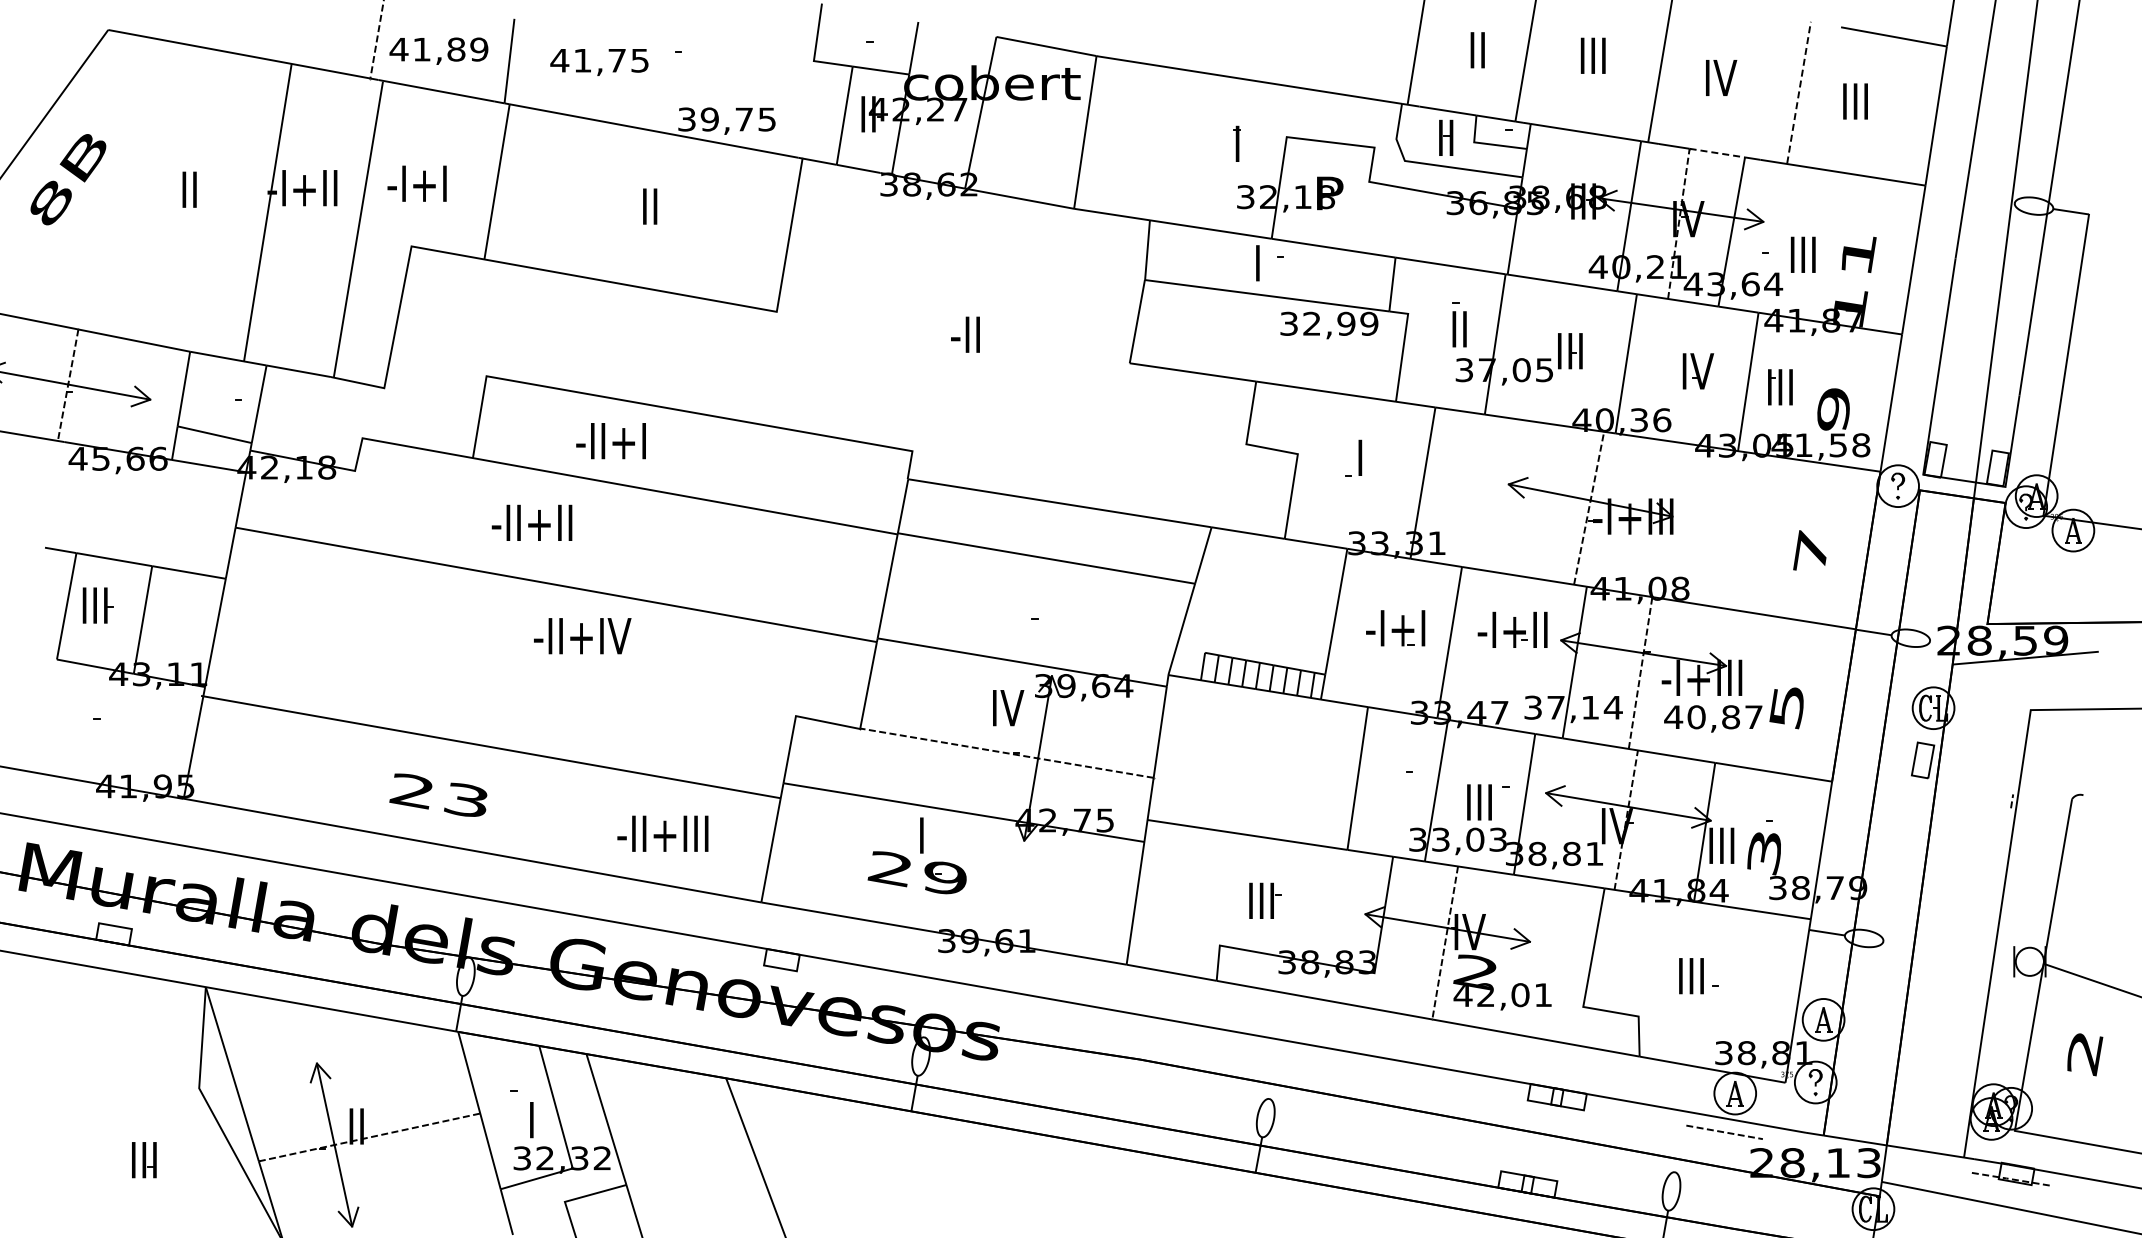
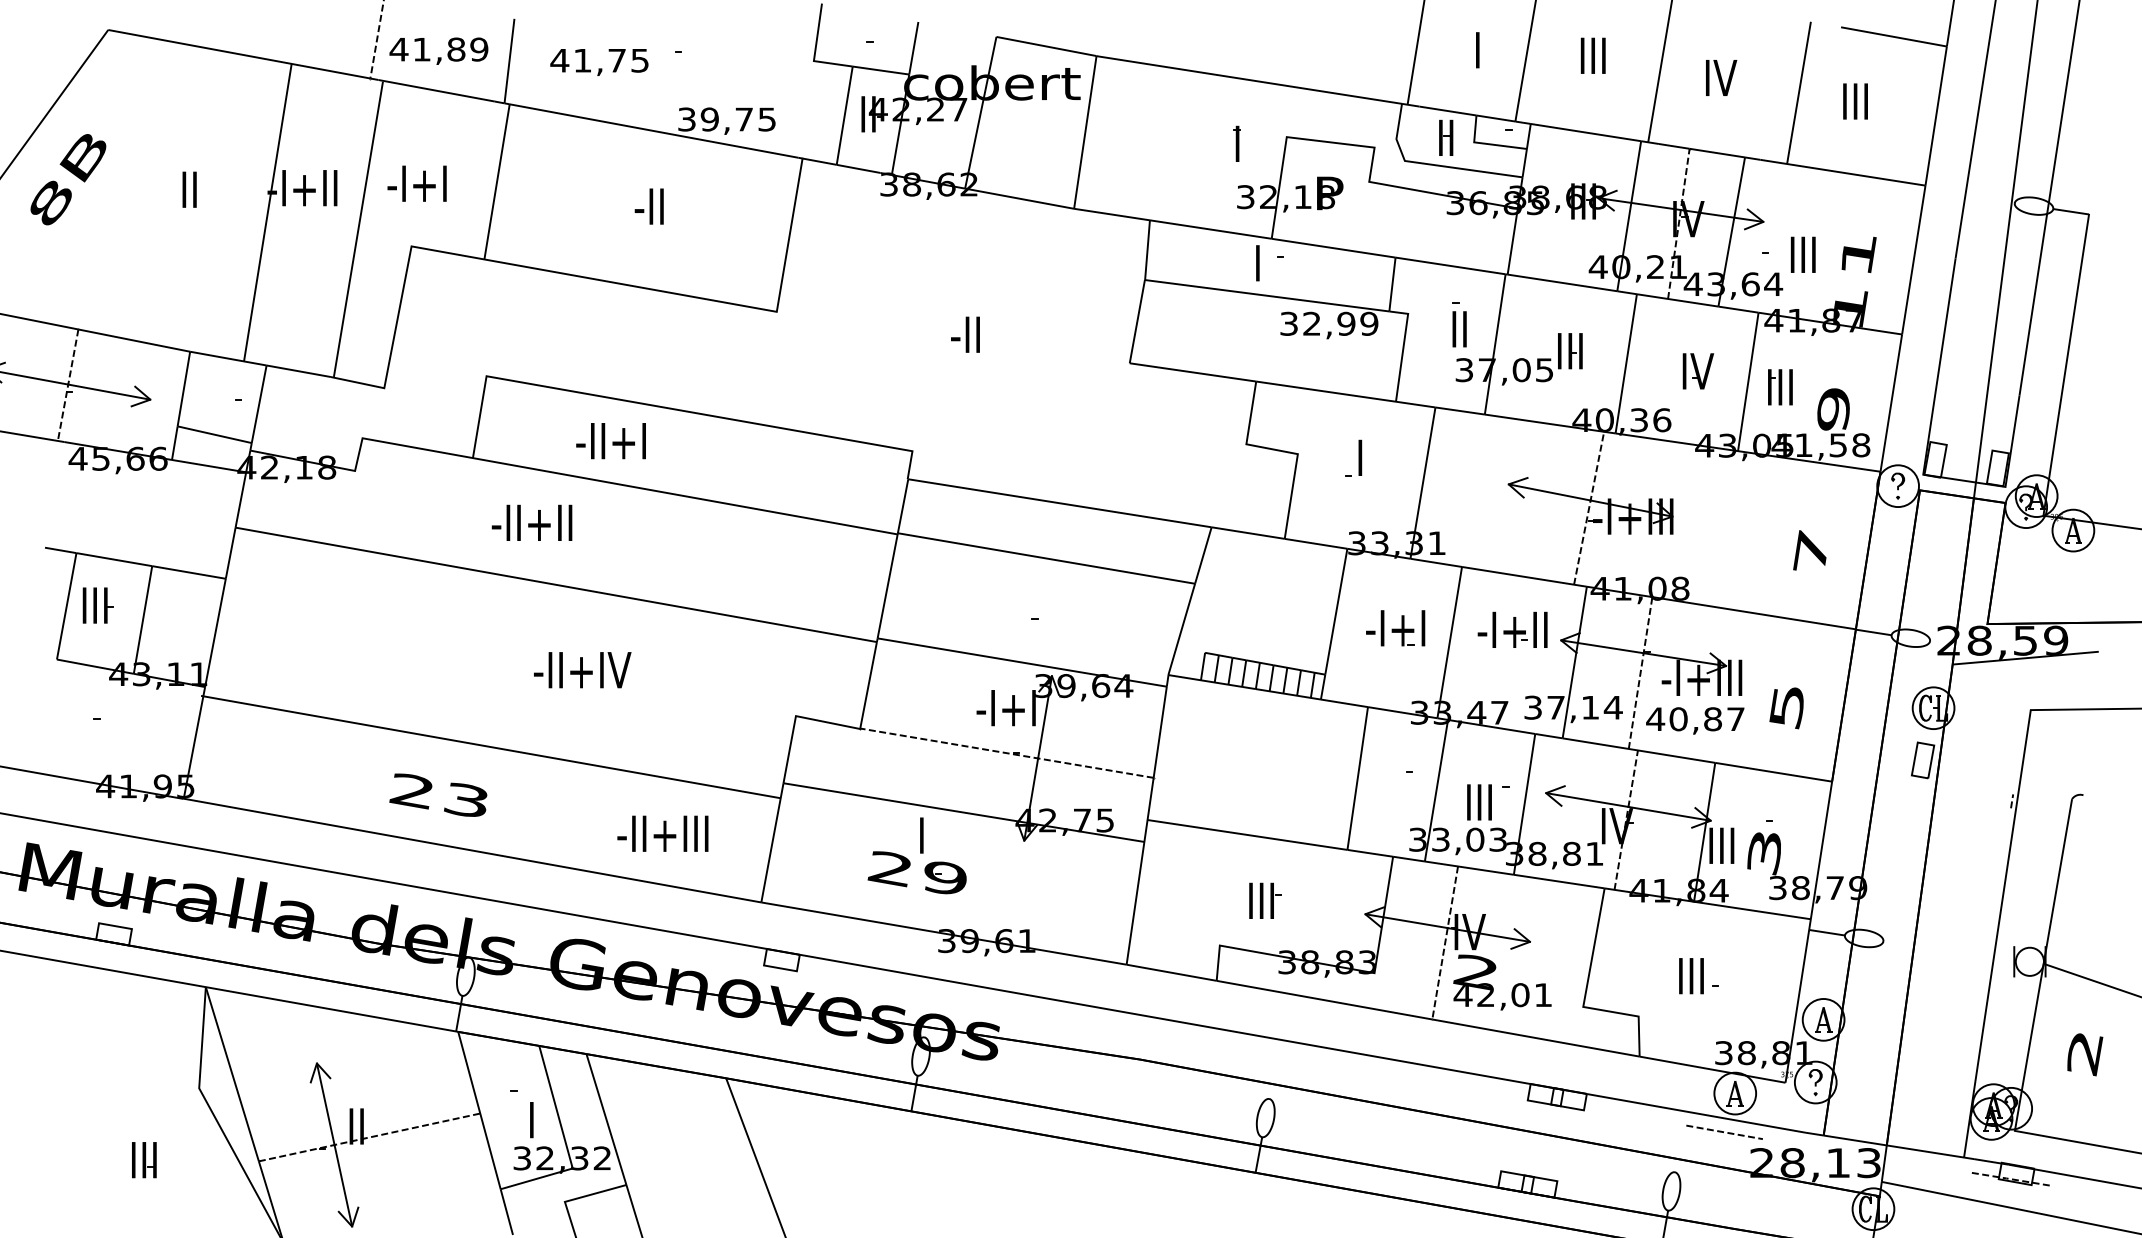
text at (1477, 50): II -> I
line at (1799, 92): dashed -> solid
line at (1716, 153): dashed -> solid
text at (648, 206): II -> -II
text at (582, 636) position: (582, 636) -> (582, 670)
text at (1005, 708): IV -> -I+I
text at (1713, 718) position: (1713, 718) -> (1695, 720)
